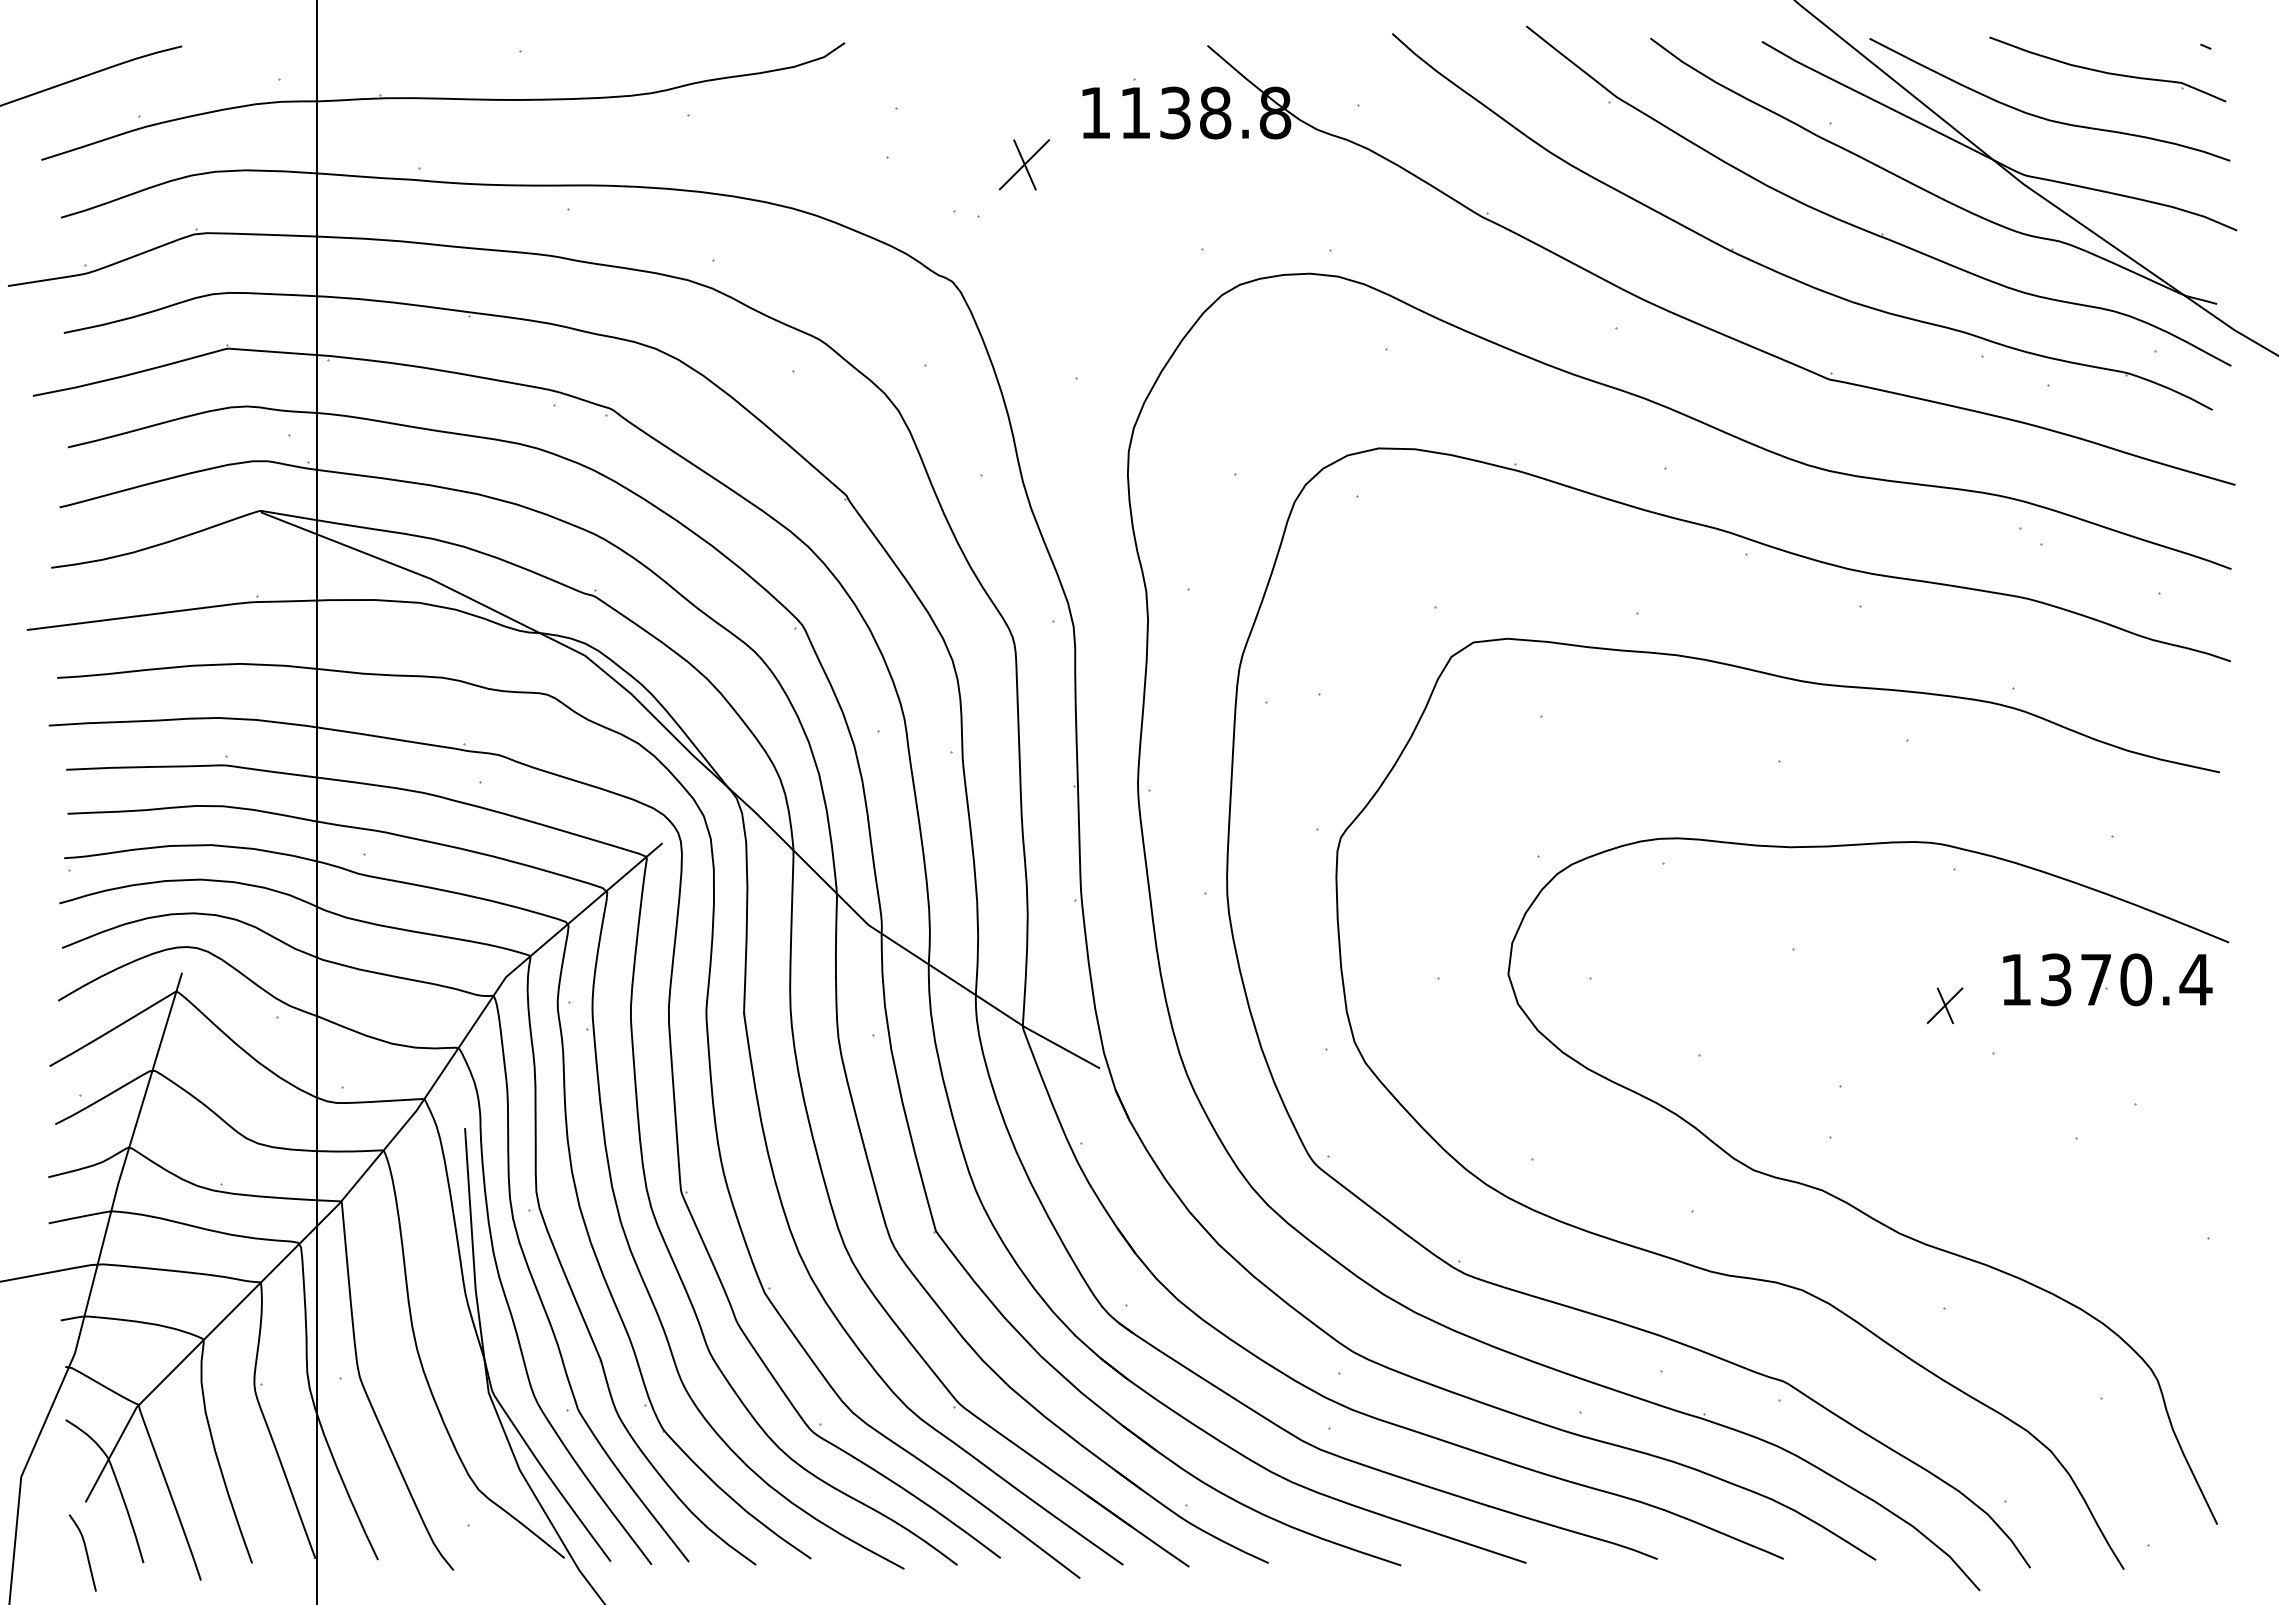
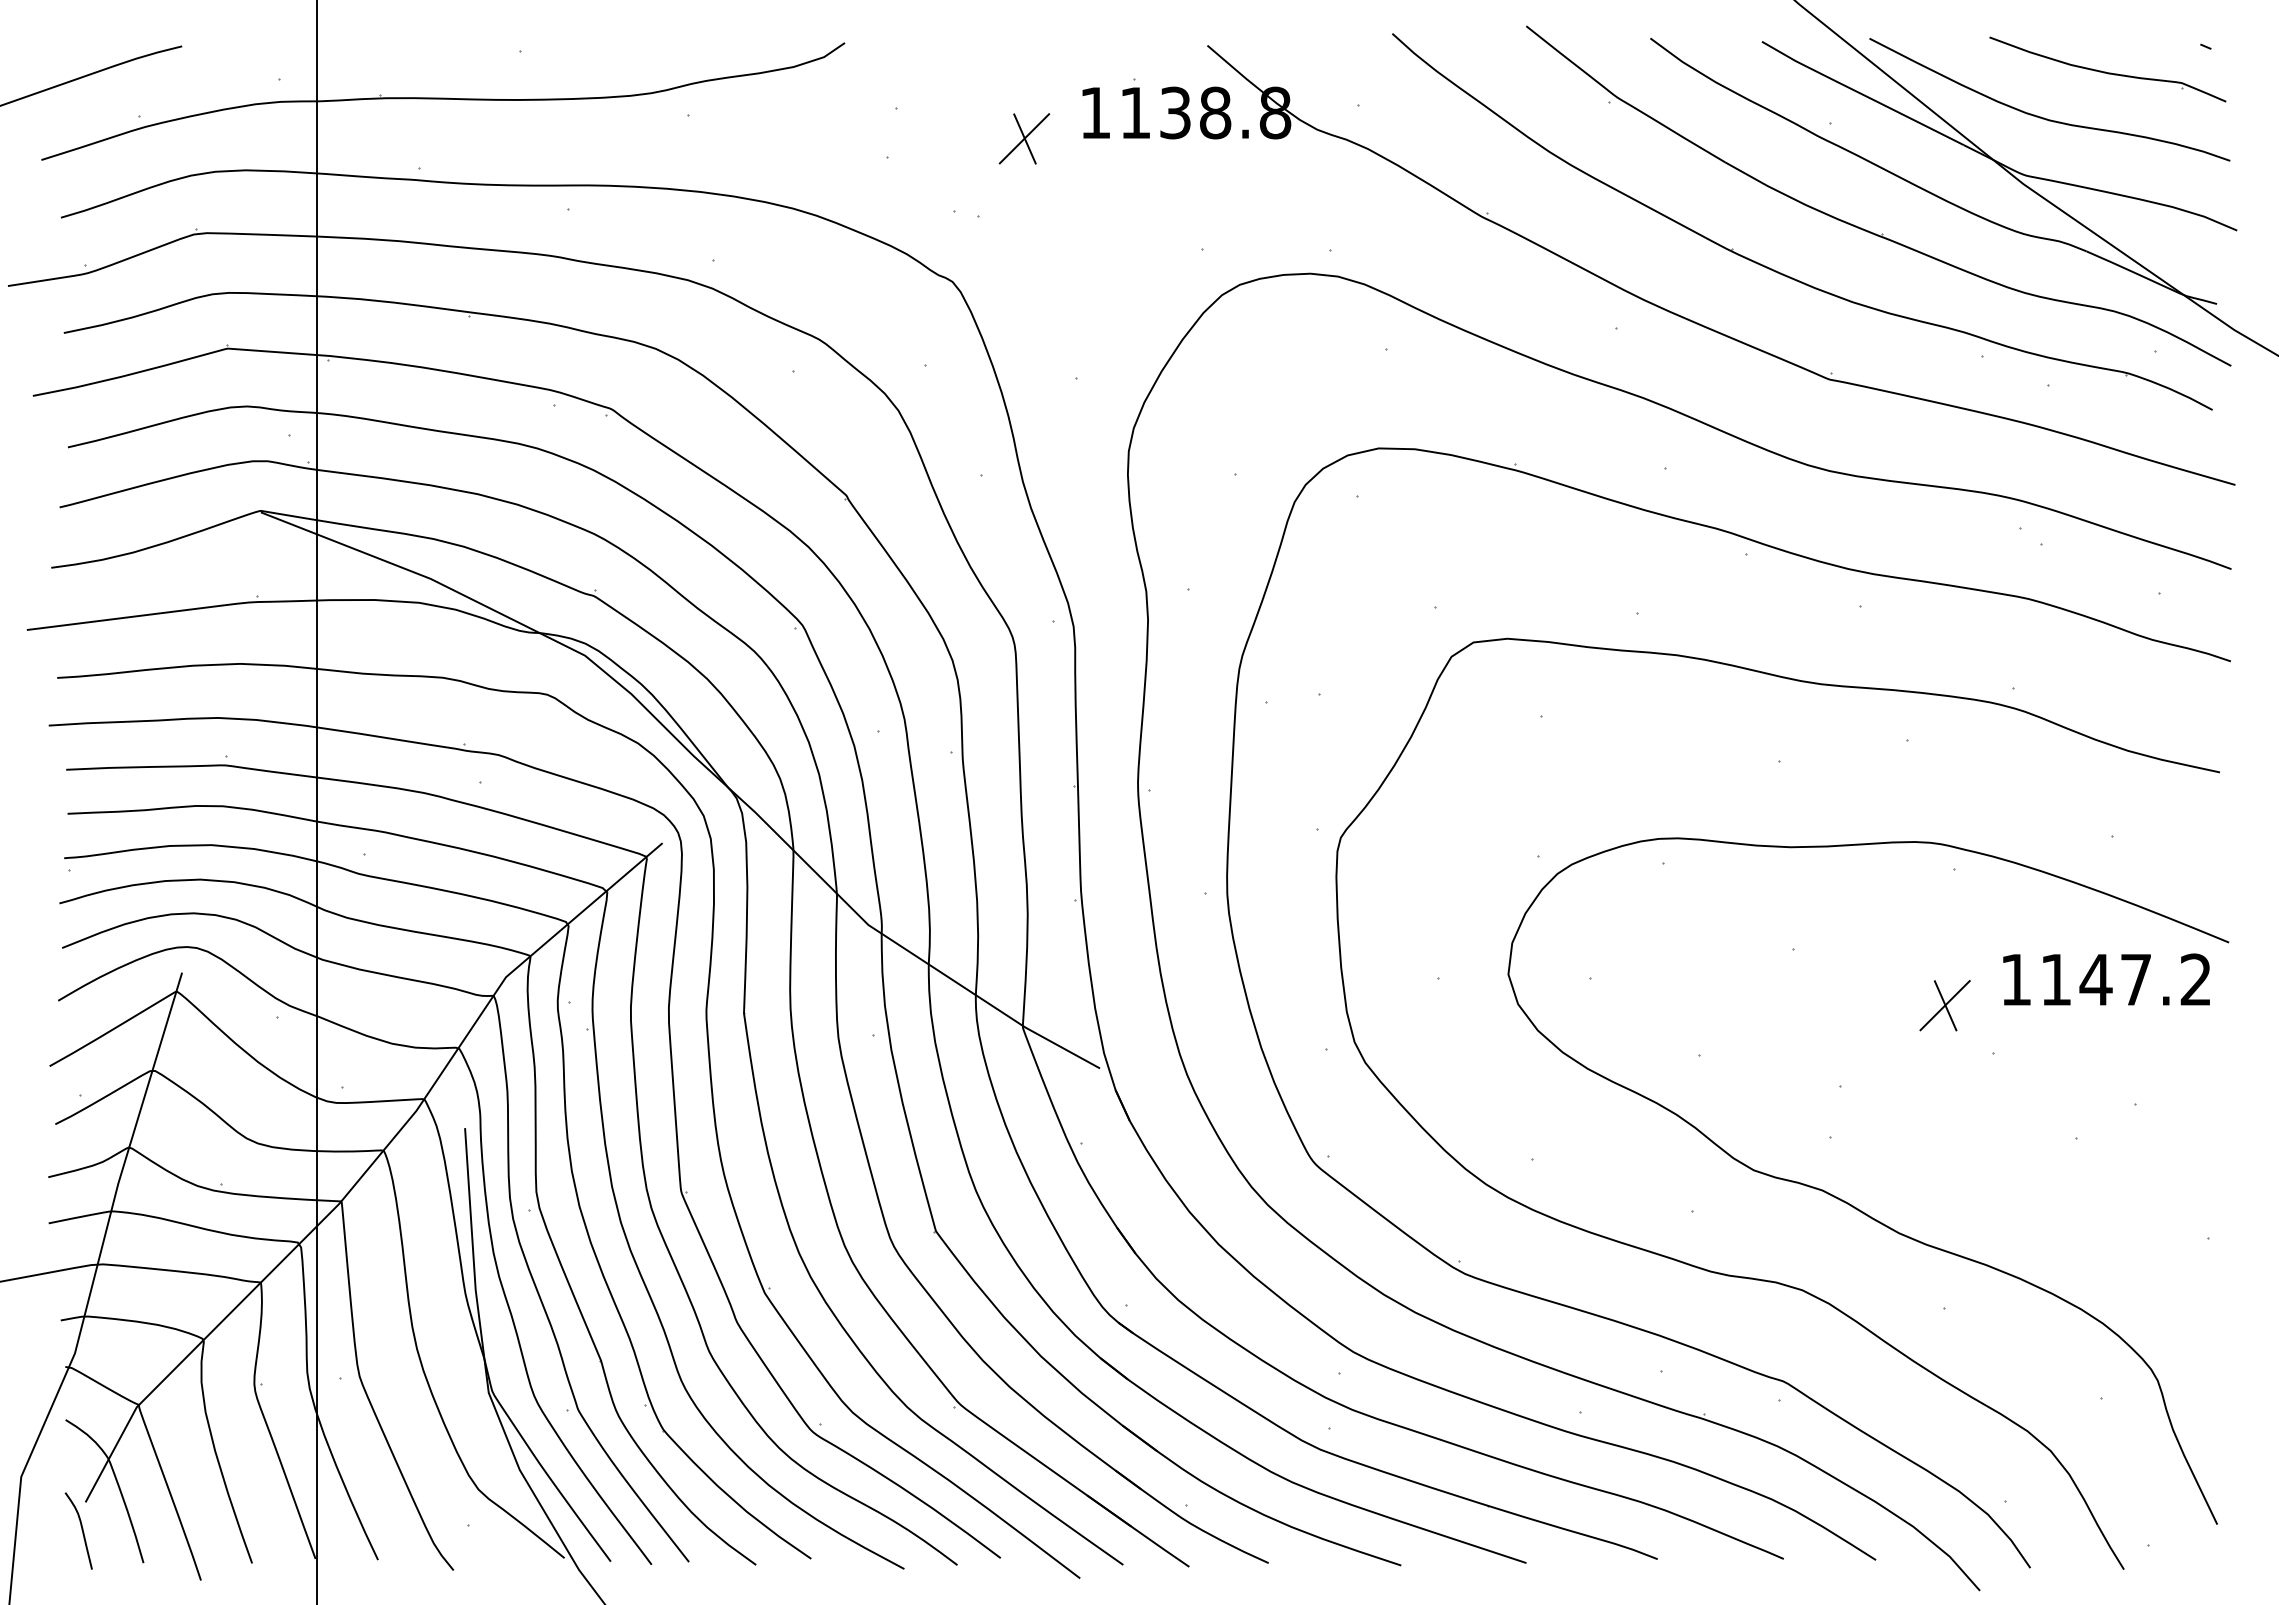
part at (1024, 164) position: (1024, 164) -> (1024, 138)
text at (2126, 979): 1370.4 -> 1147.2
part at (1944, 1005) size: 38x37 px -> 52x52 px
curve at (85, 1552) position: (85, 1552) -> (81, 1530)
